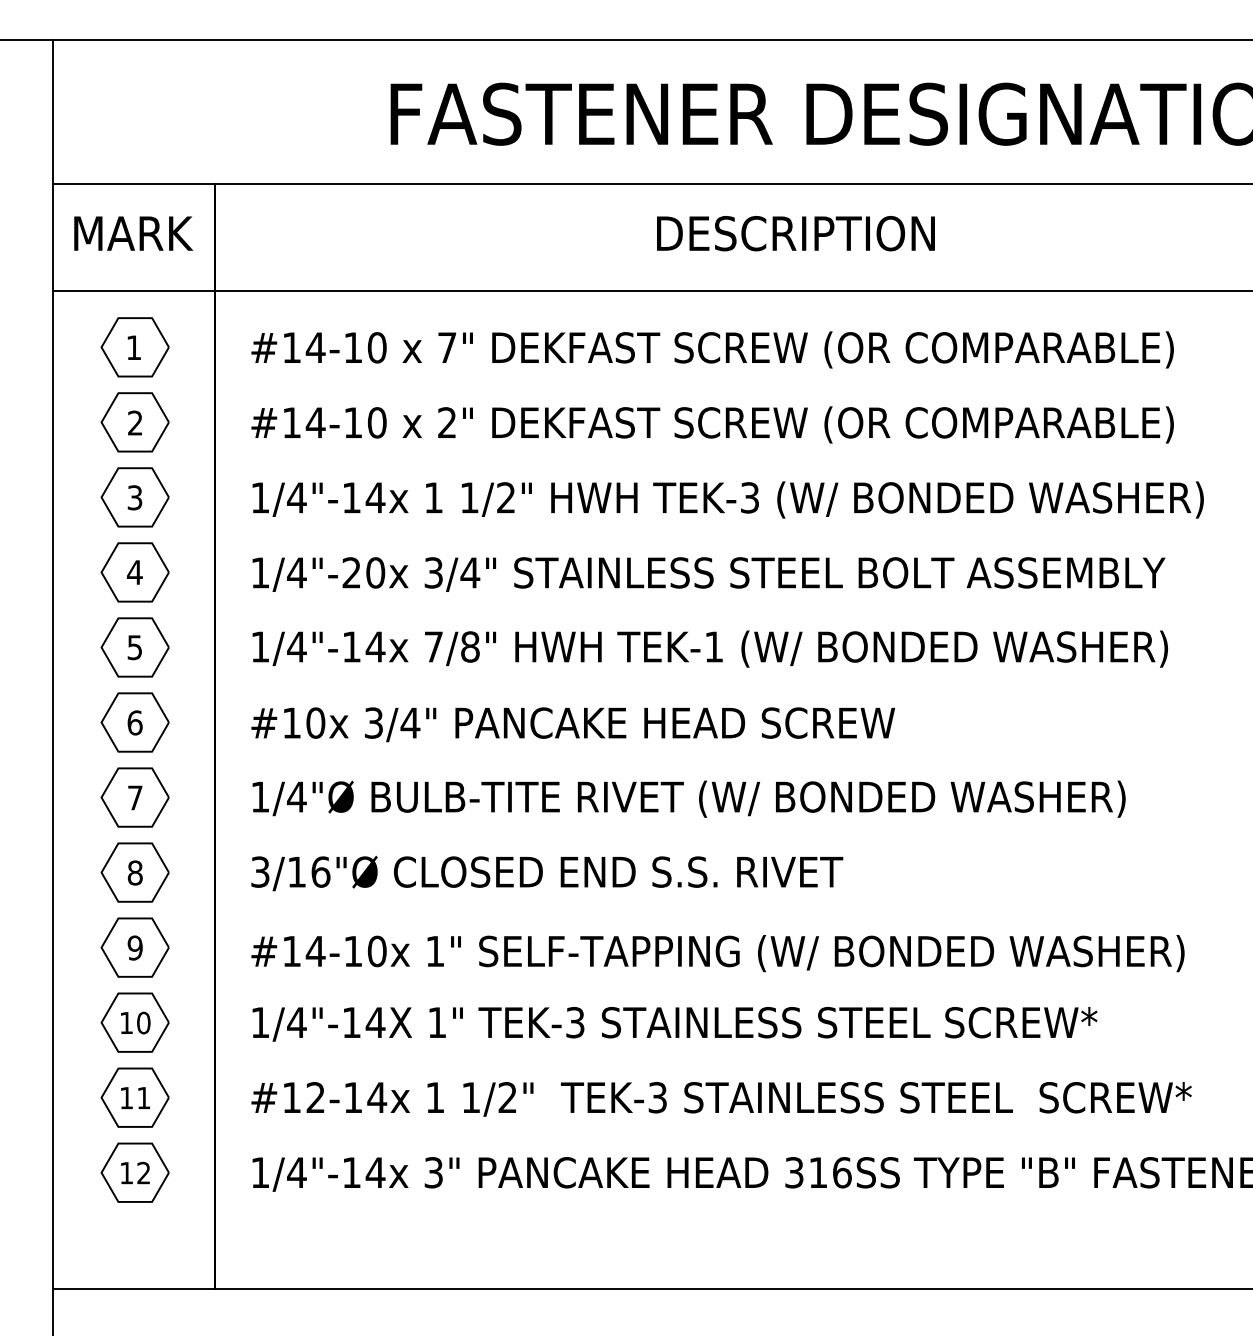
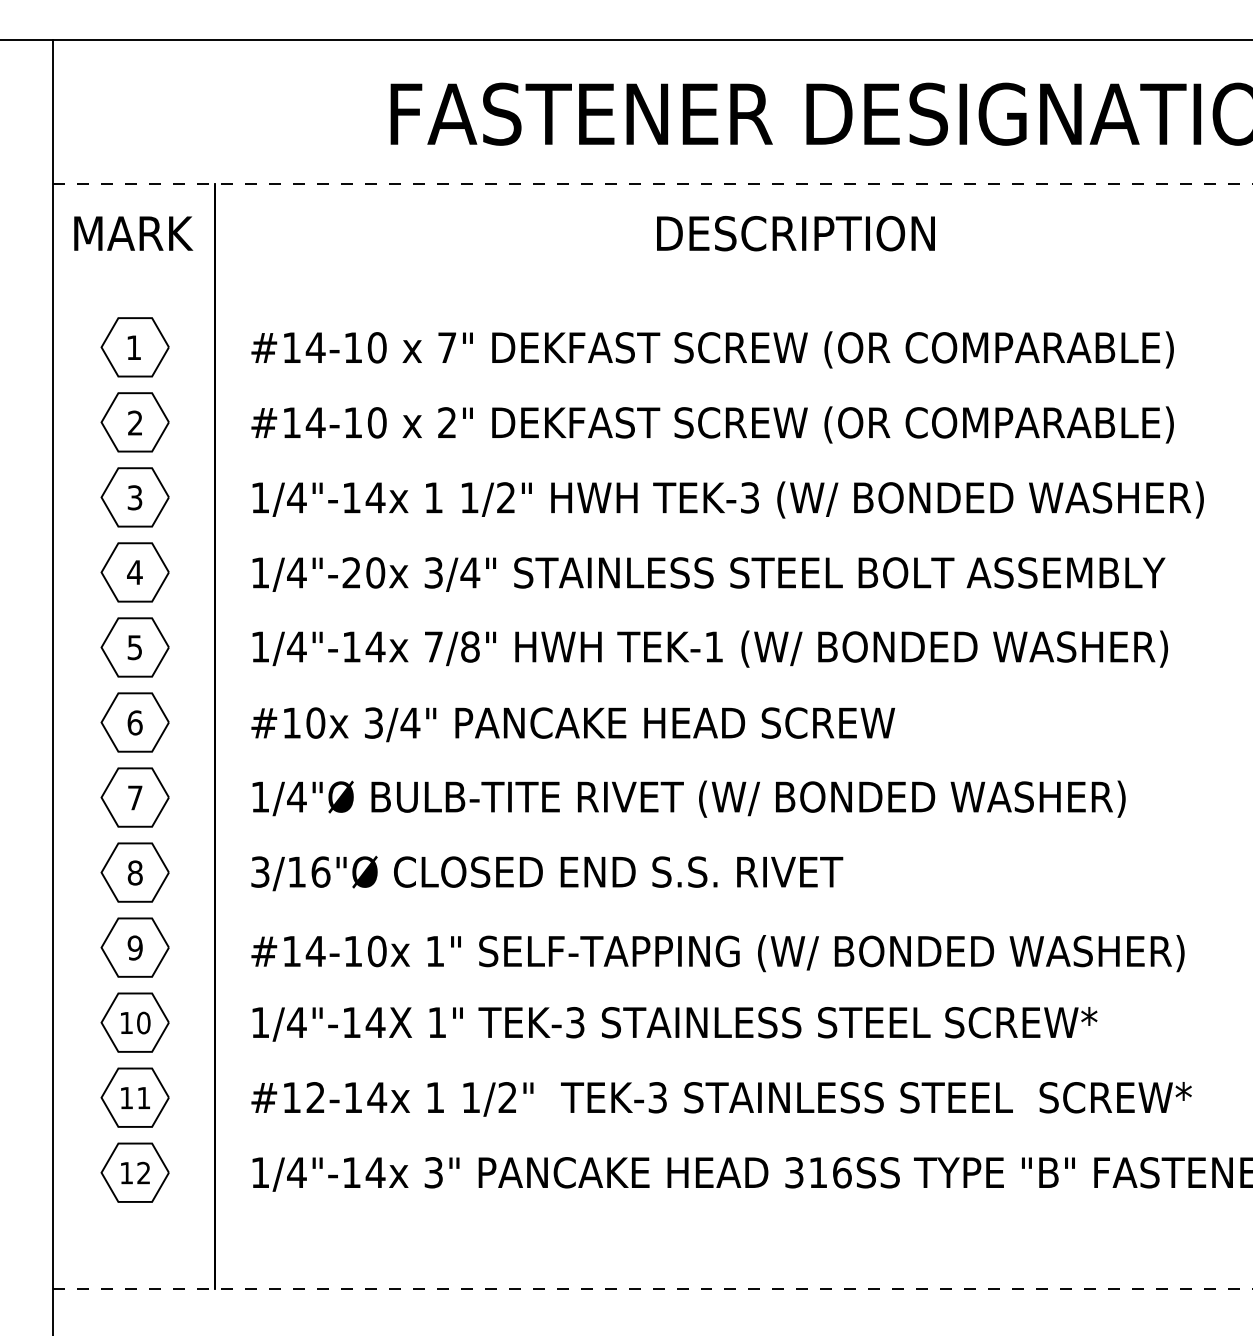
line at (652, 183): solid -> dashed
line at (651, 291): present -> none
line at (652, 1289): solid -> dashed
